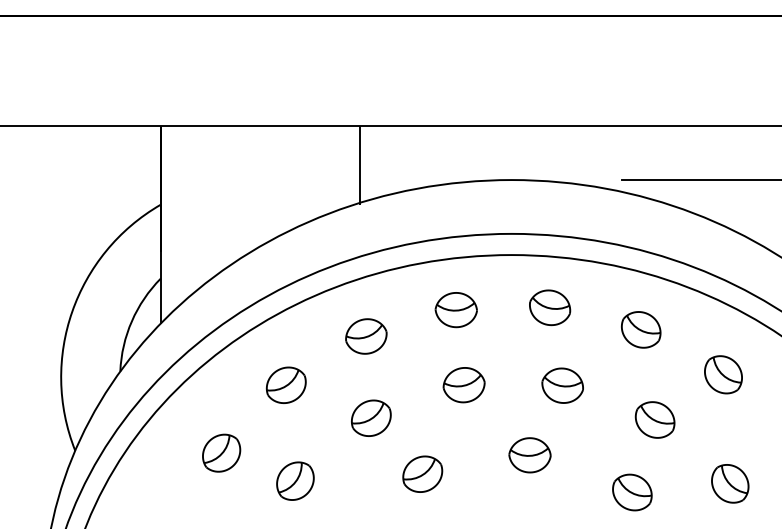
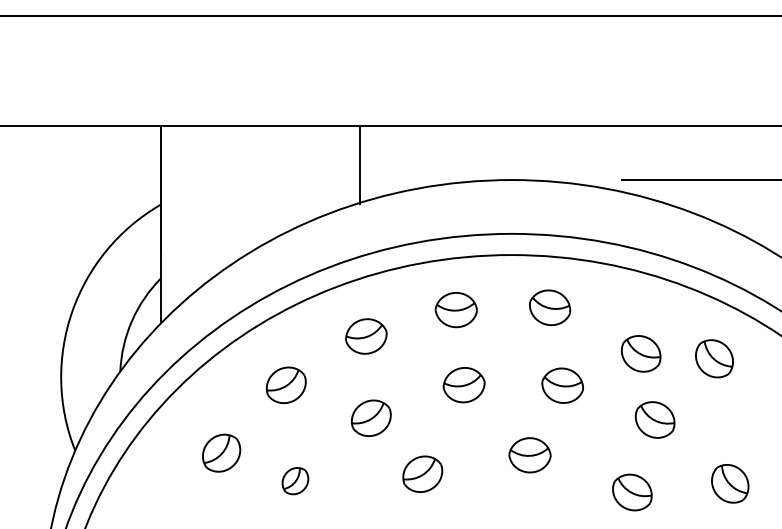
part at (641, 329) position: (641, 329) -> (641, 353)
part at (723, 374) position: (723, 374) -> (714, 358)
part at (295, 480) size: 39x40 px -> 29x29 px
